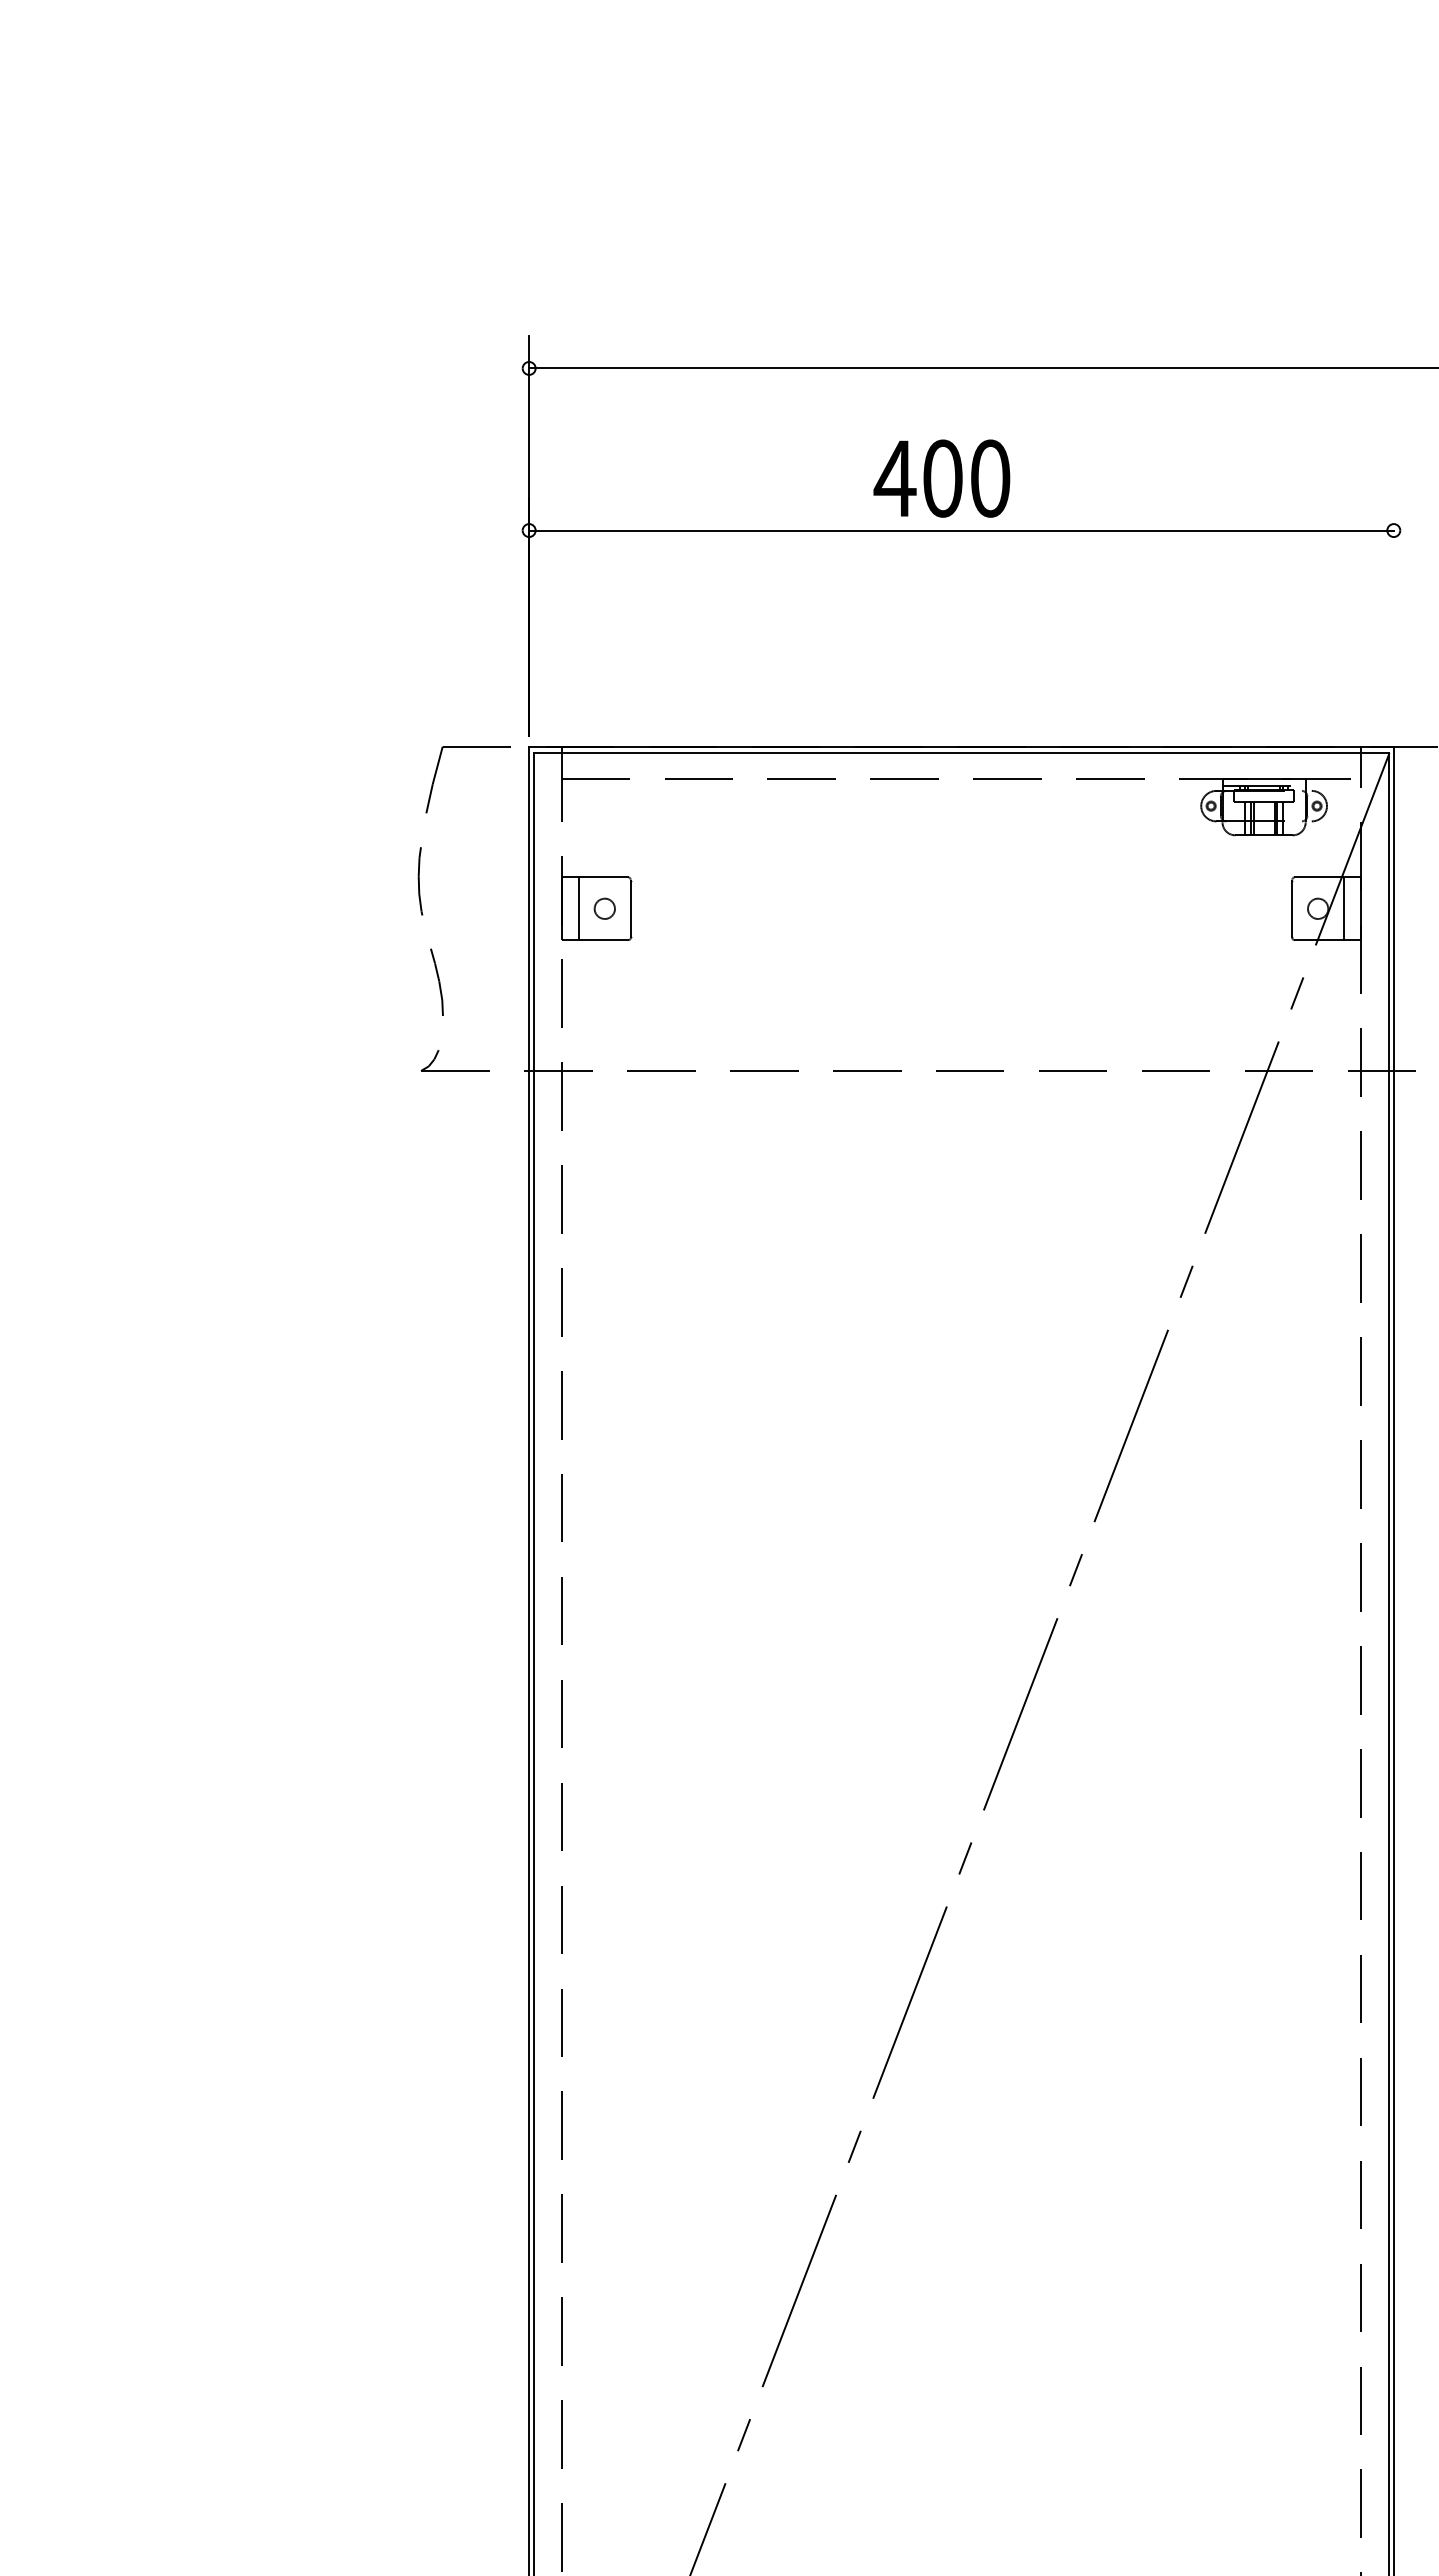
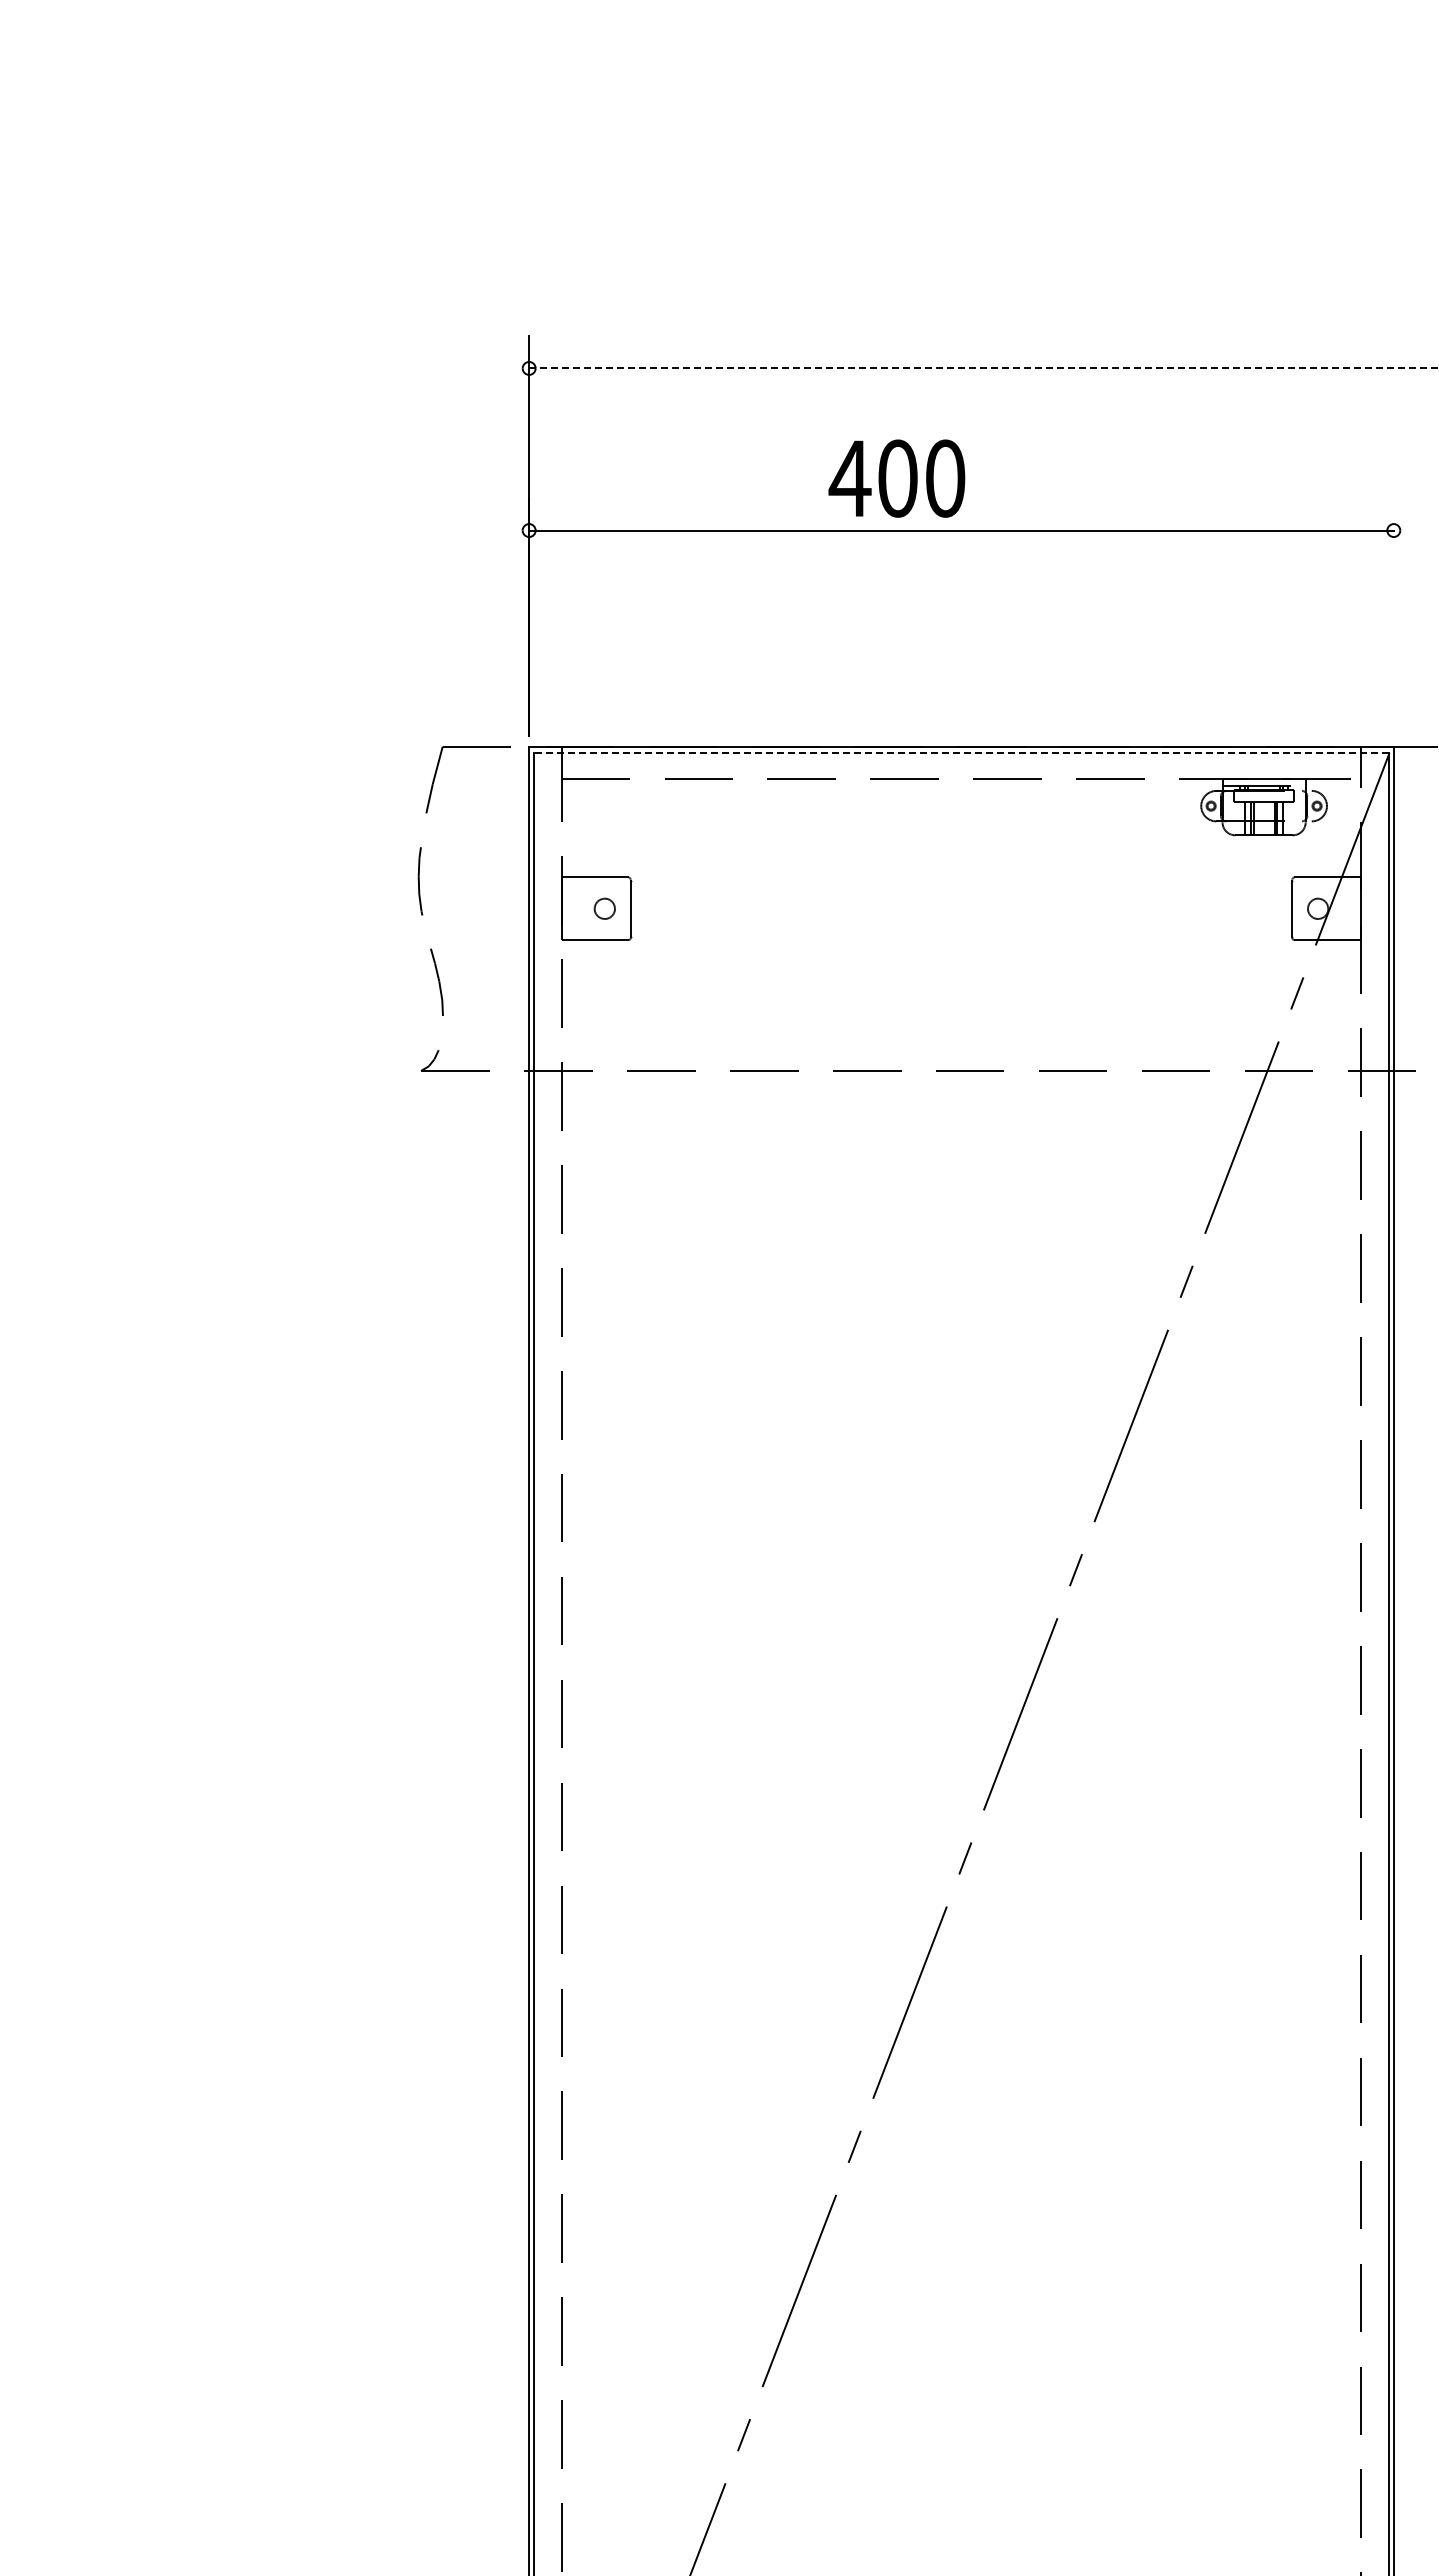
line at (984, 368): solid -> dashed
text at (941, 478) position: (941, 478) -> (896, 478)
line at (961, 753): solid -> dashed
line at (578, 908): present -> none
line at (1344, 908): present -> none
